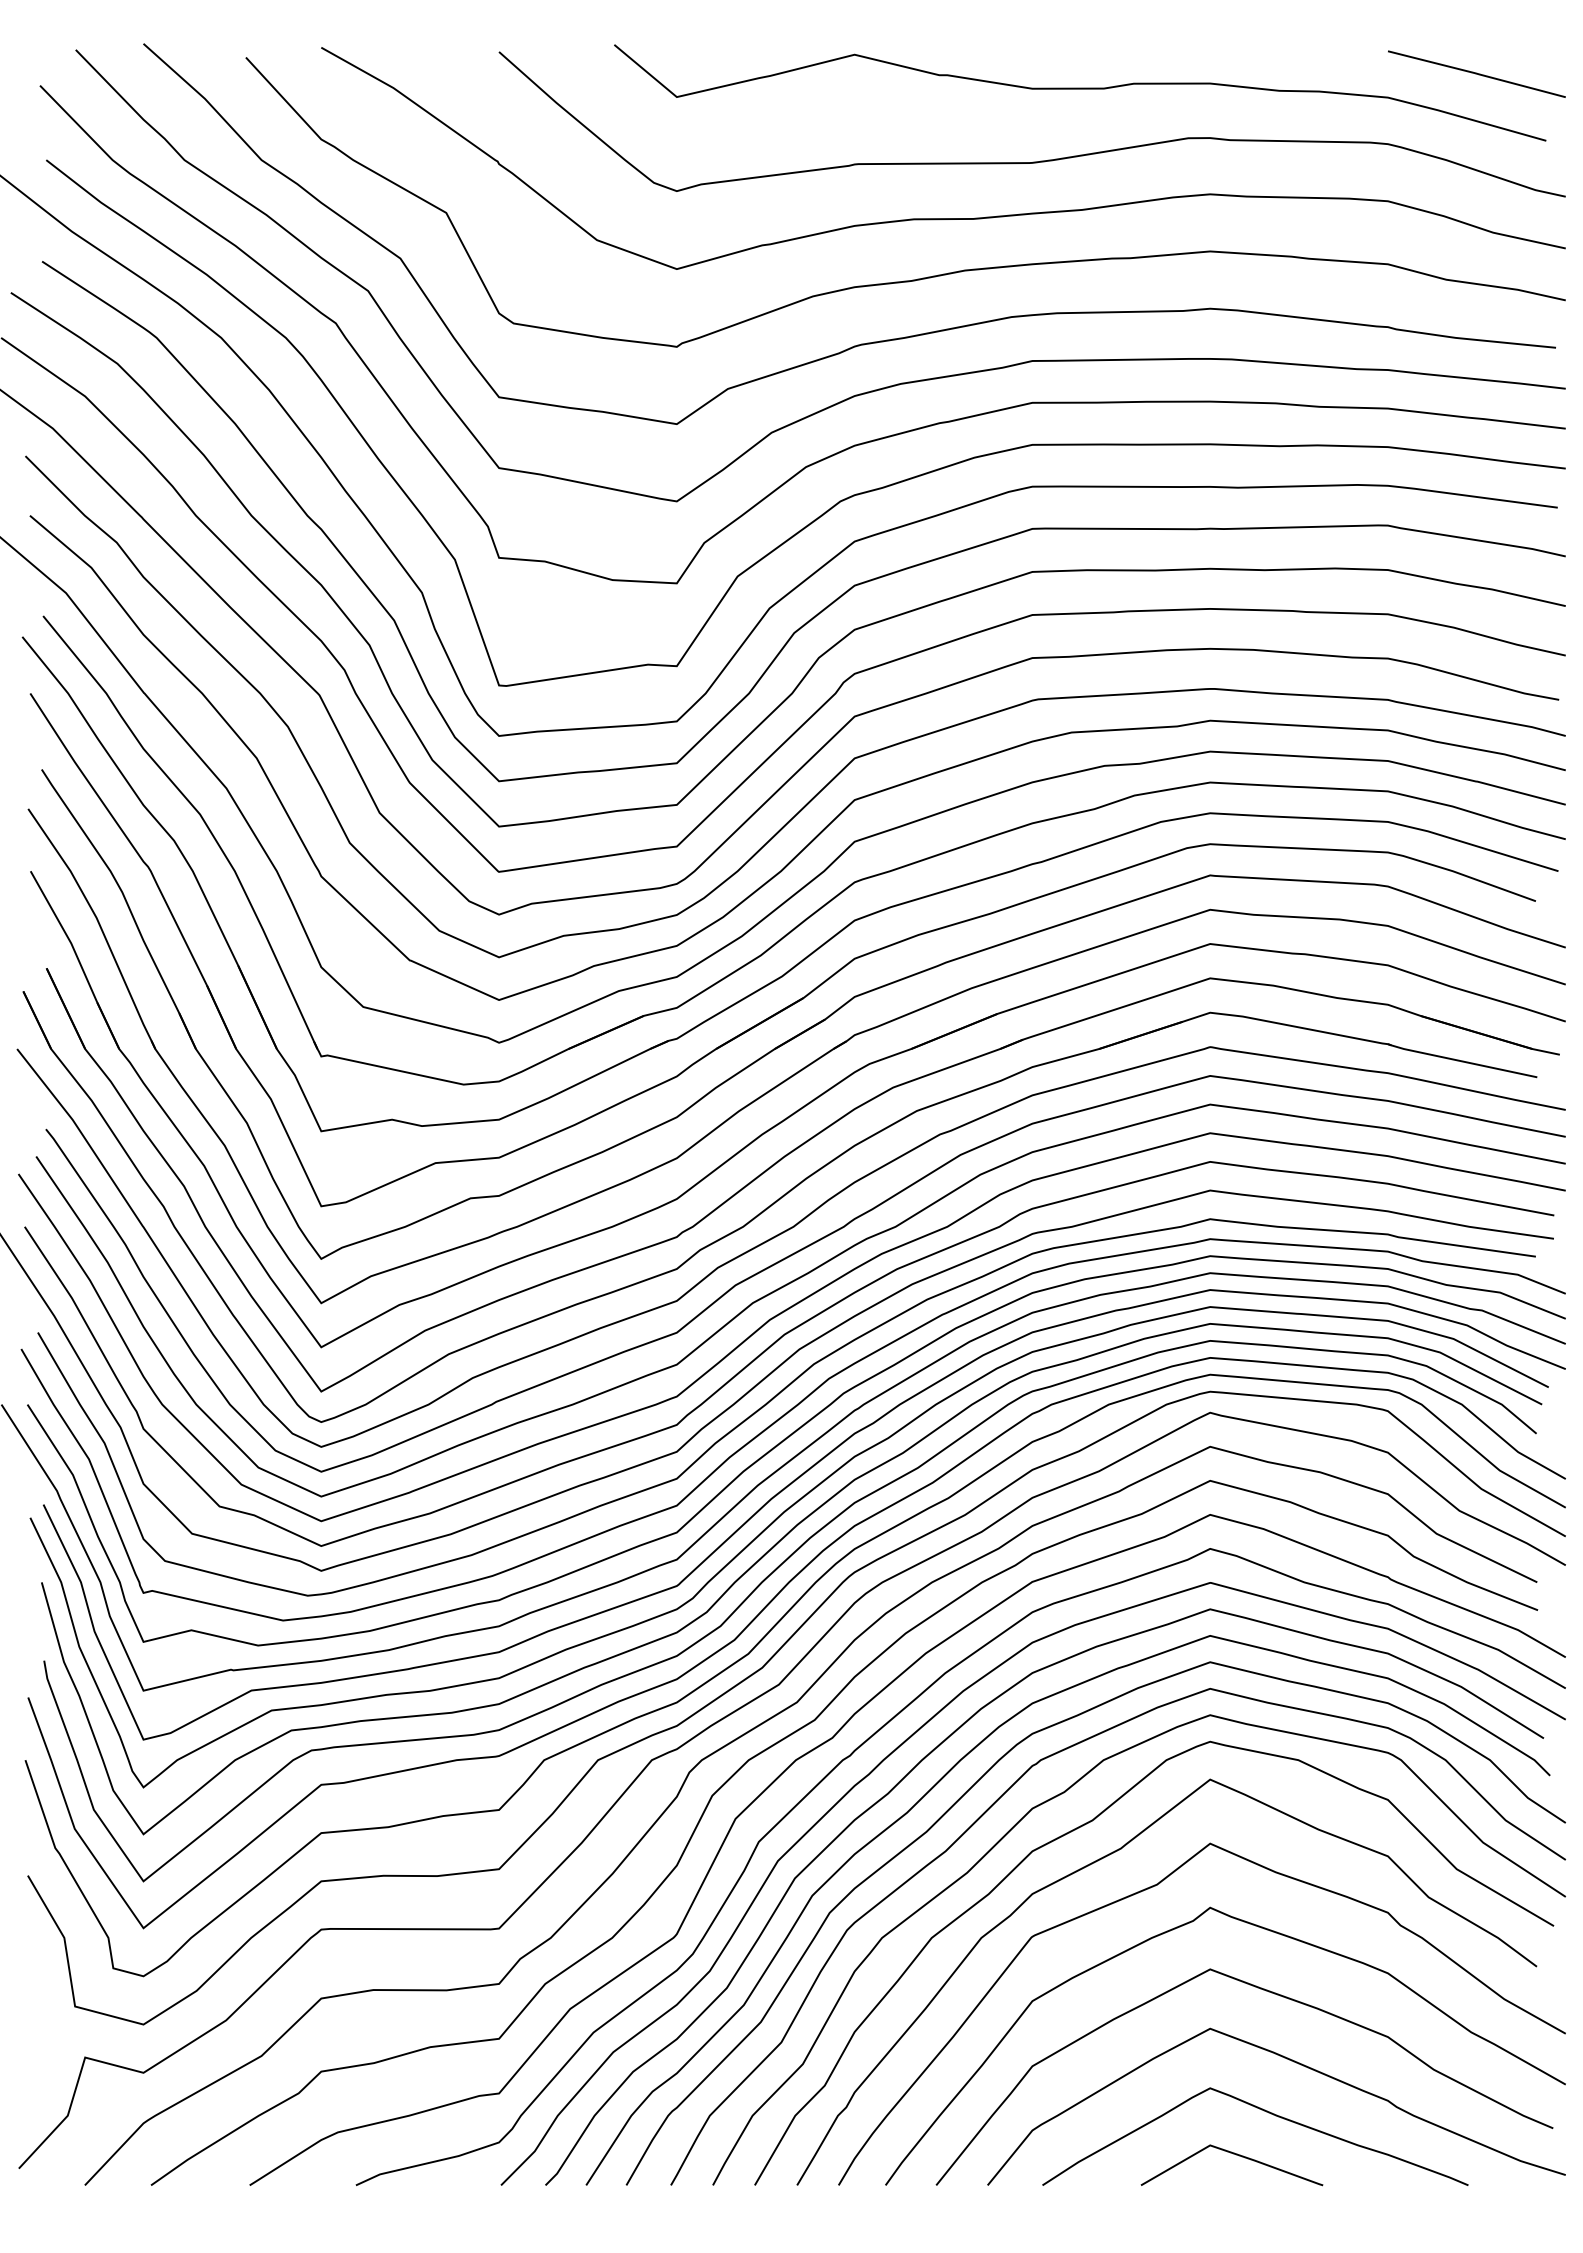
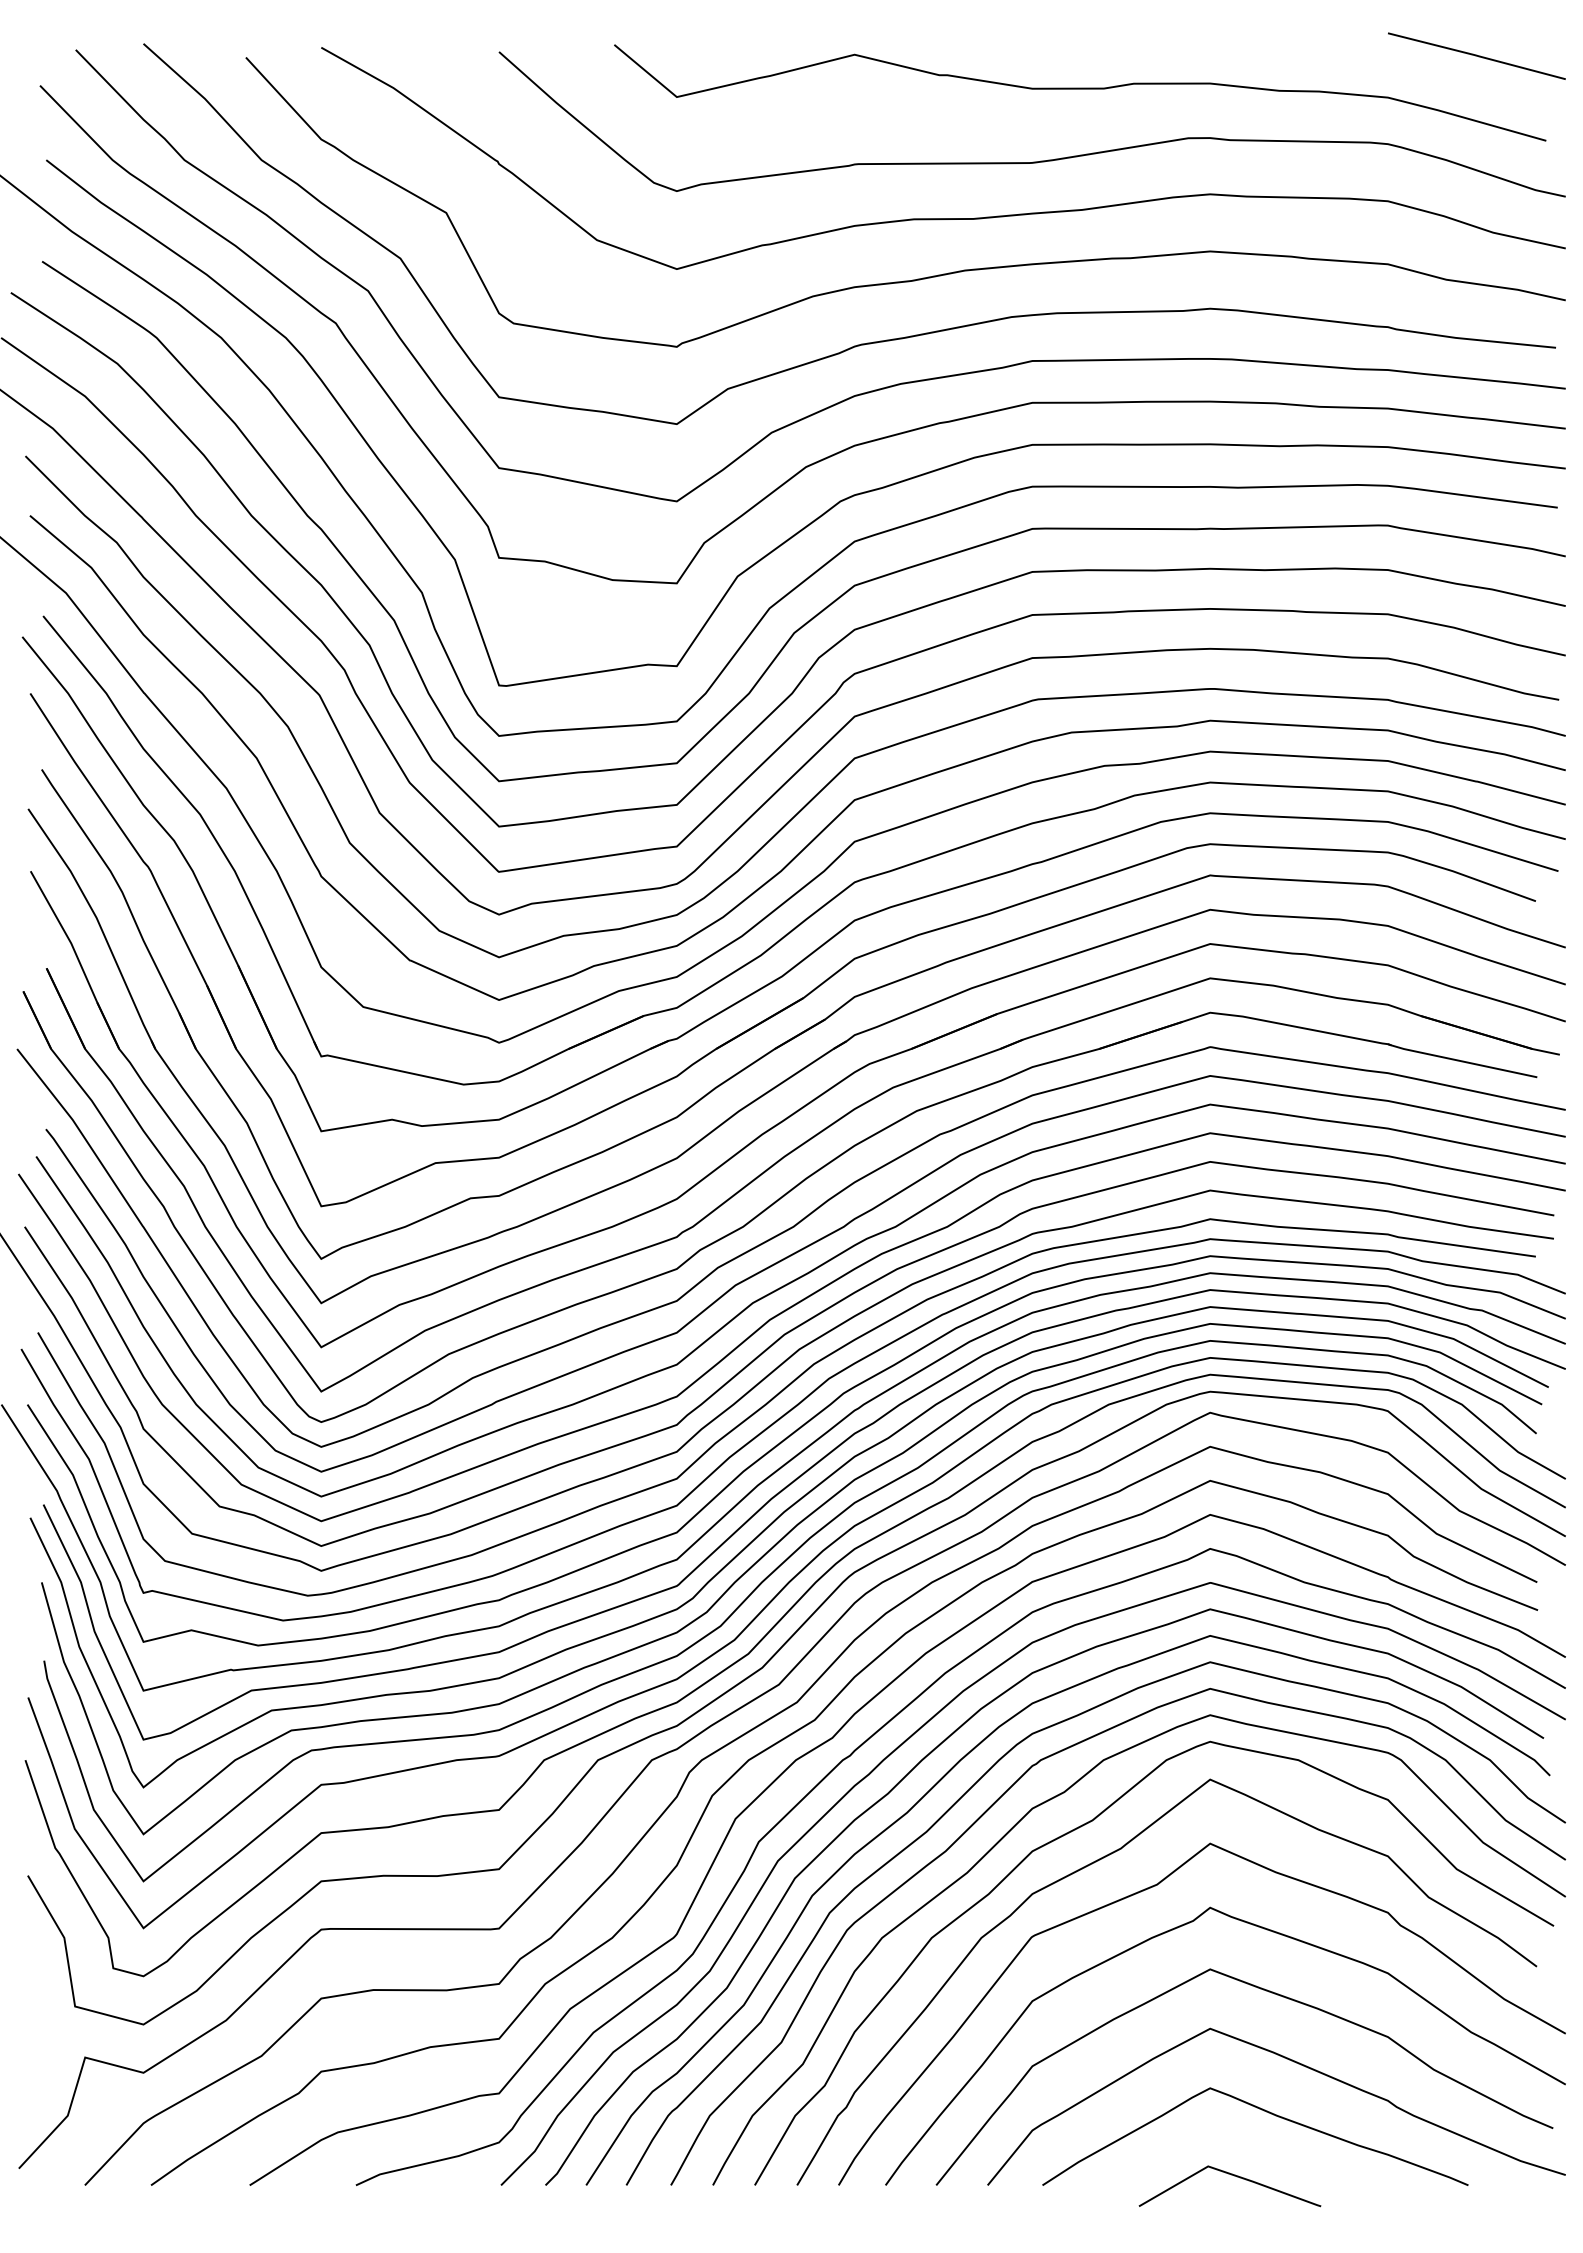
line at (1476, 73) position: (1476, 73) -> (1476, 55)
line at (1233, 2154) position: (1233, 2154) -> (1231, 2175)
